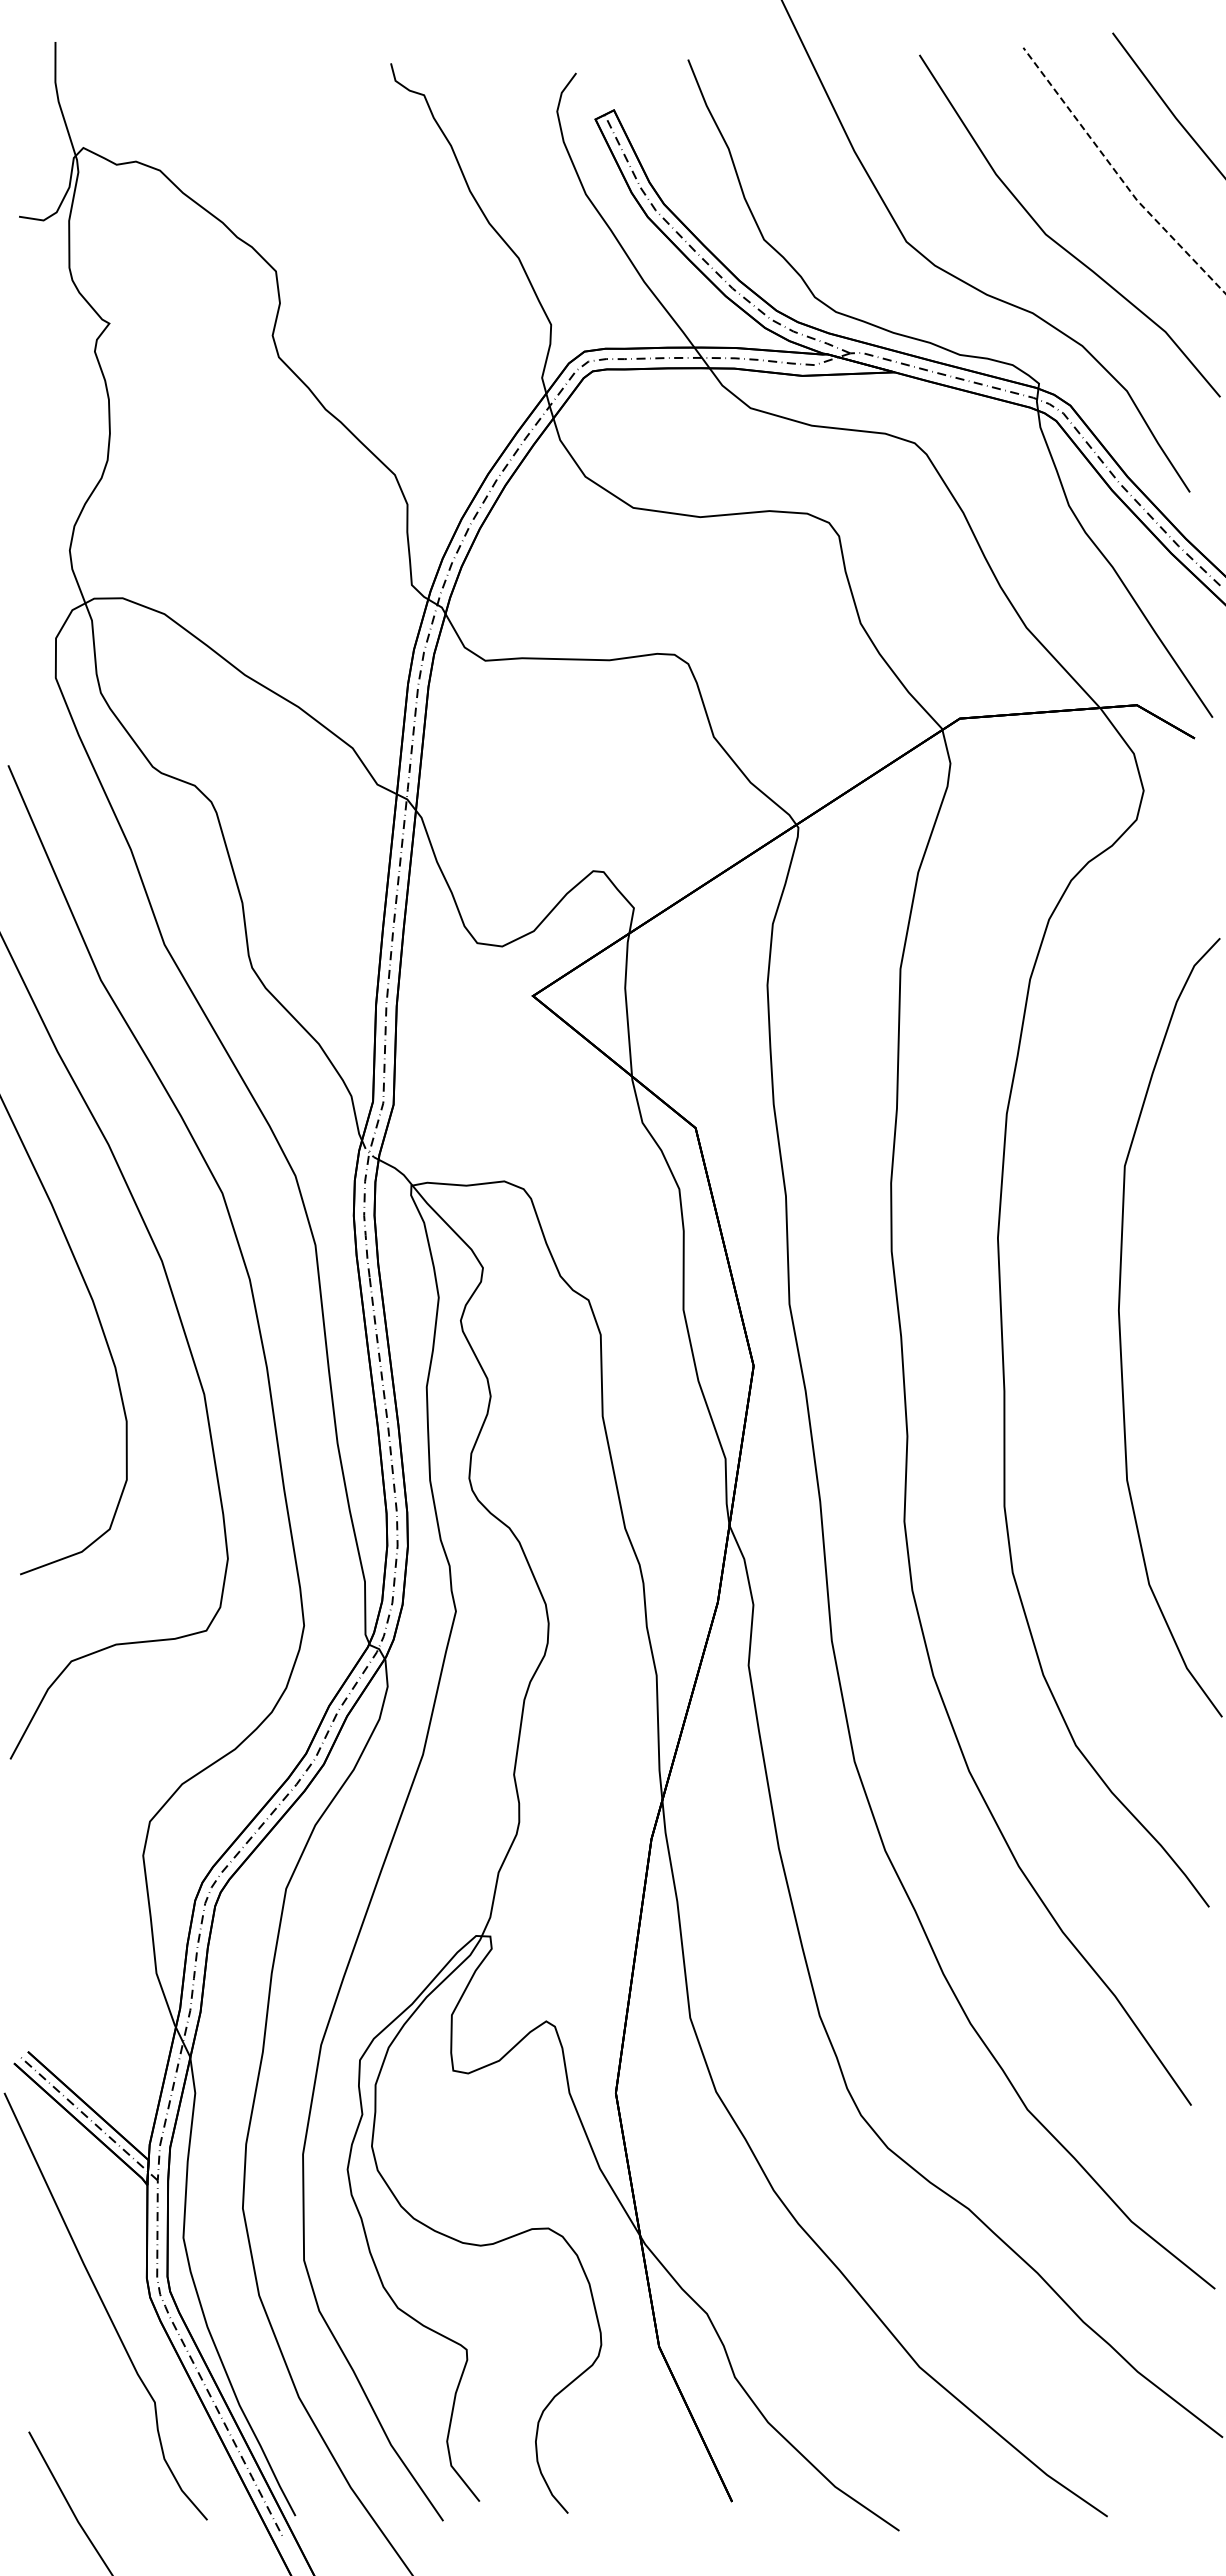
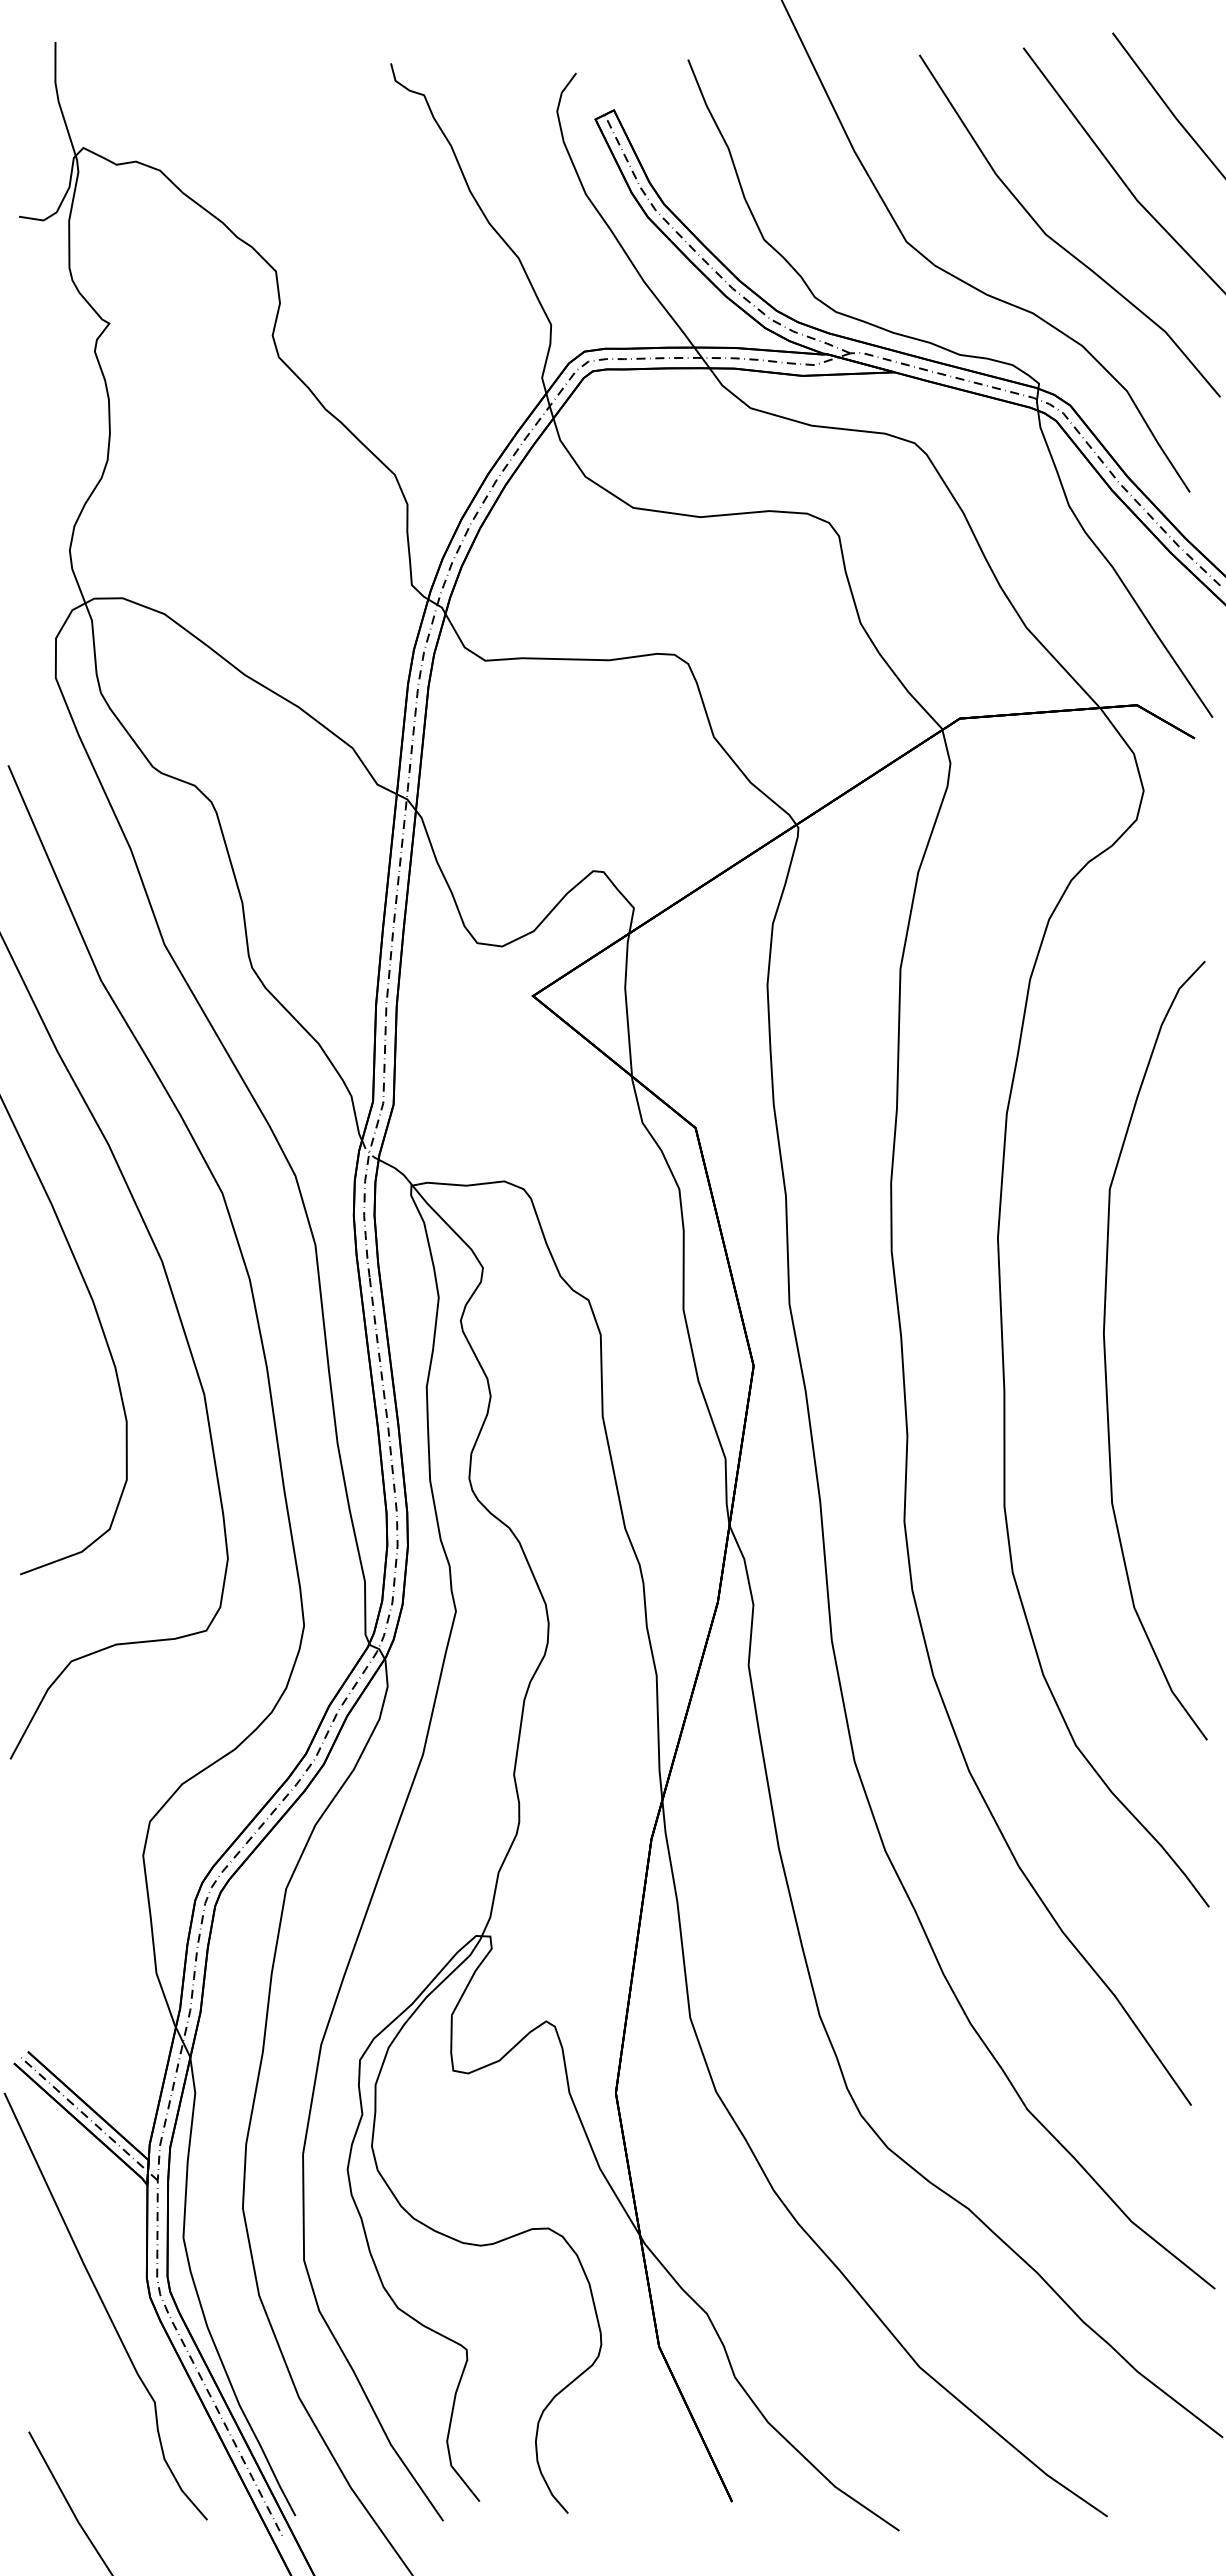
line at (1118, 175): dashed -> solid
curve at (1120, 1327) position: (1120, 1327) -> (1105, 1350)
